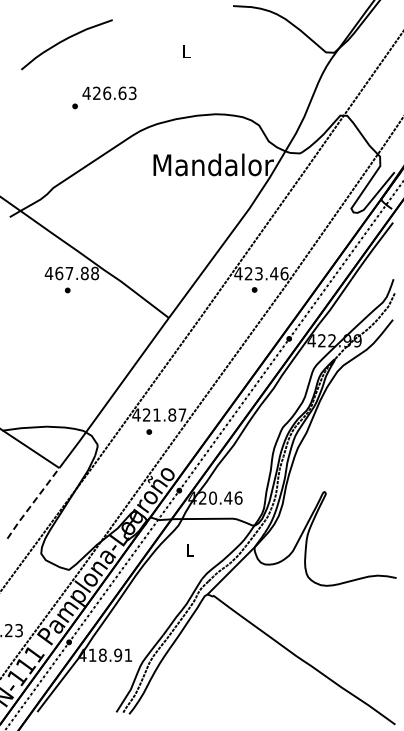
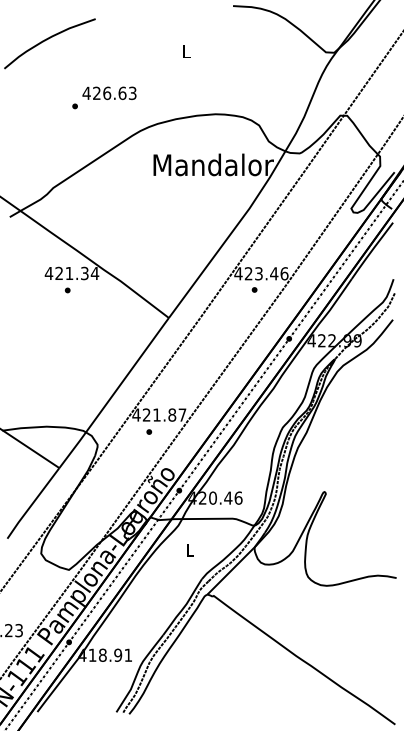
curve at (64, 41) position: (64, 41) -> (47, 40)
text at (77, 273): 467.88 -> 421.34
line at (32, 503): dashed -> solid
